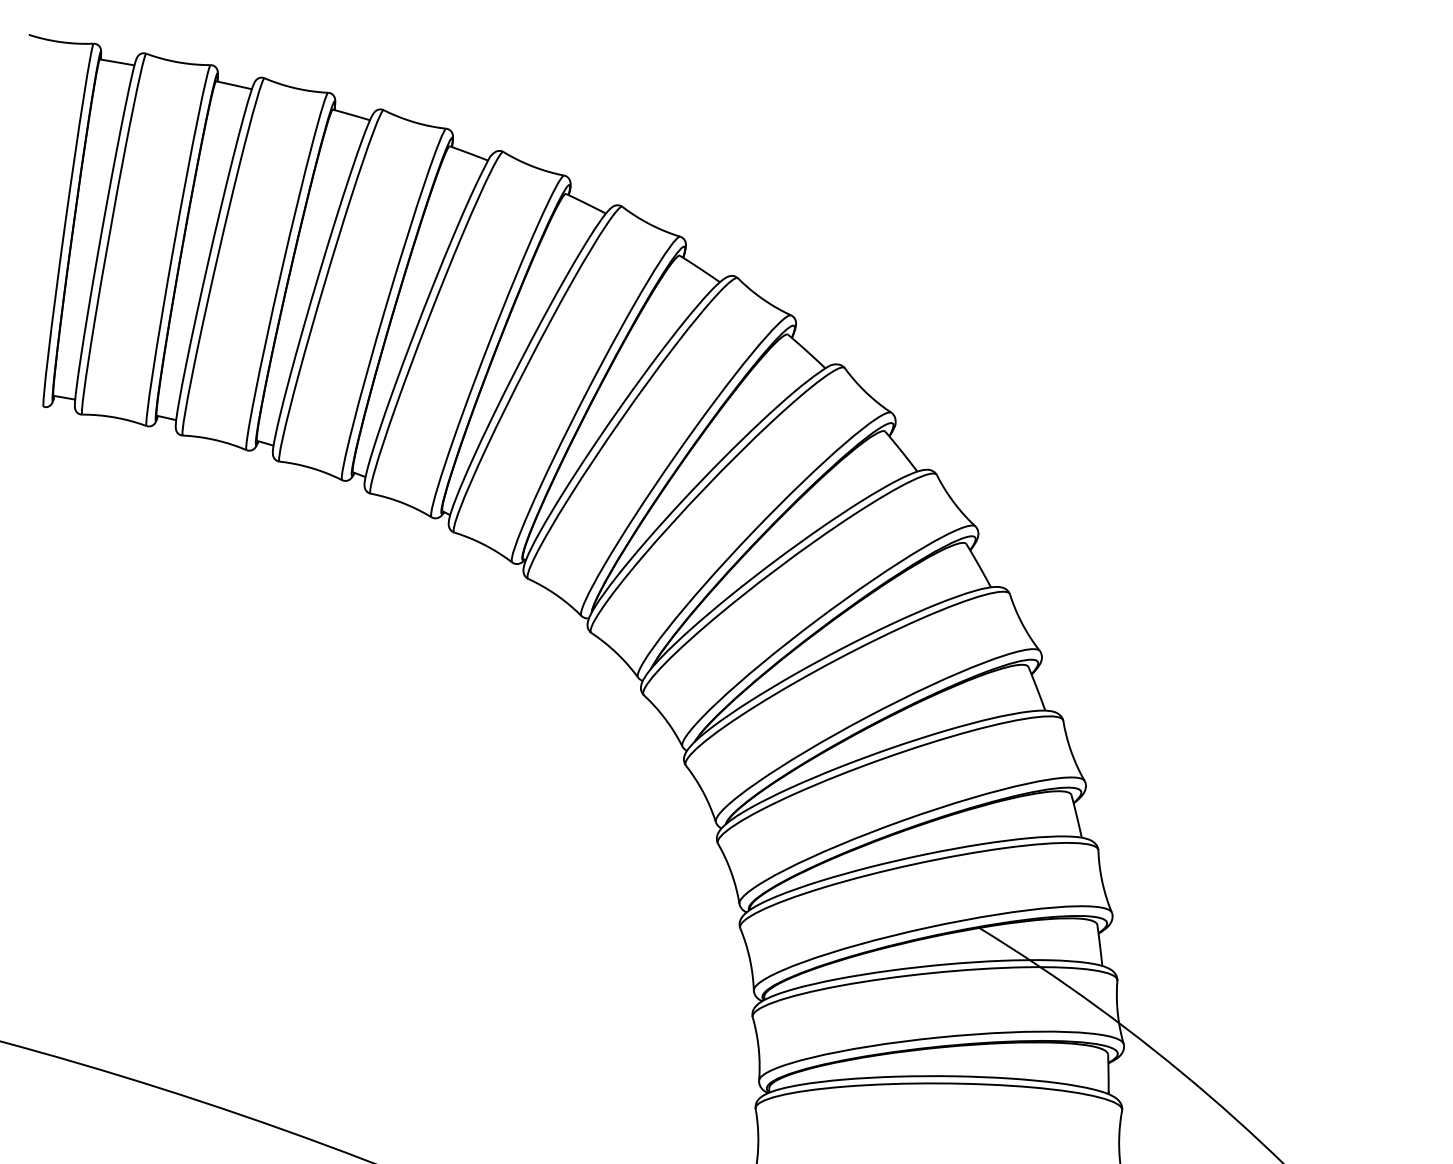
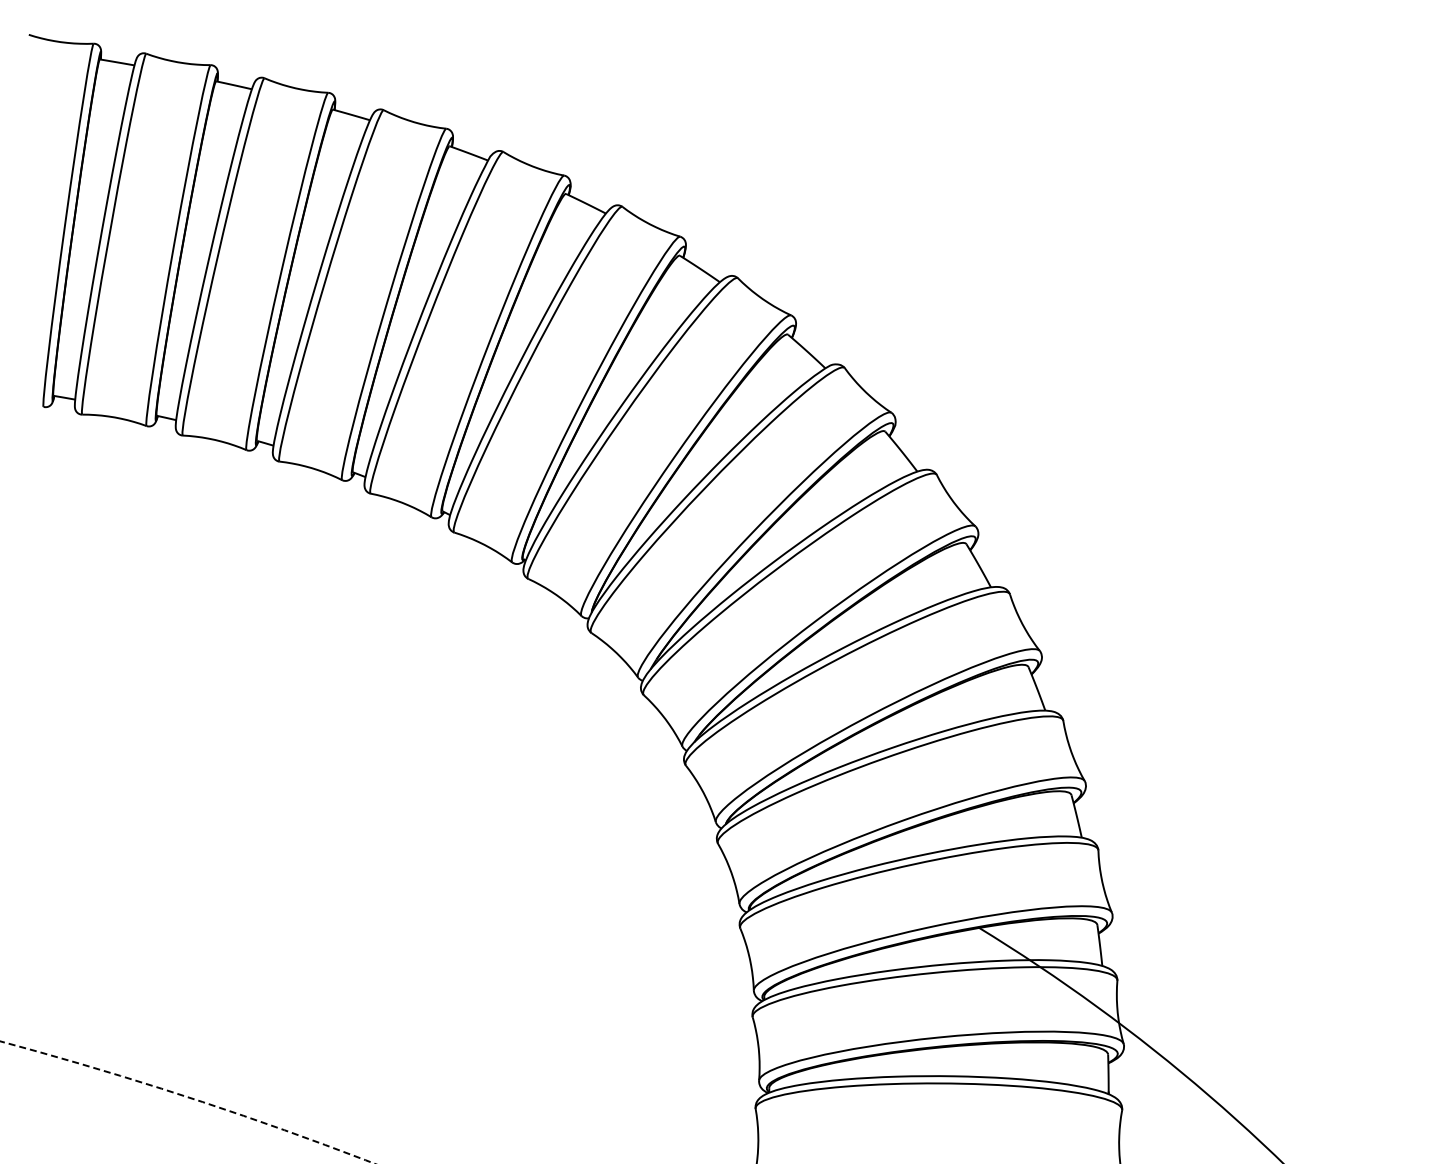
arc at (189, 1097): solid -> dashed
